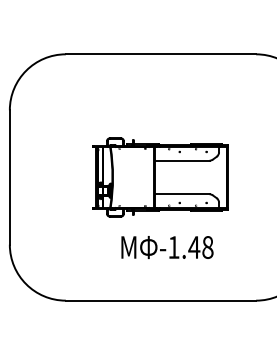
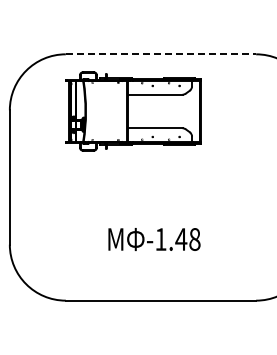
line at (161, 54): solid -> dashed
part at (160, 177) position: (160, 177) -> (133, 111)
text at (167, 247) position: (167, 247) -> (154, 239)
